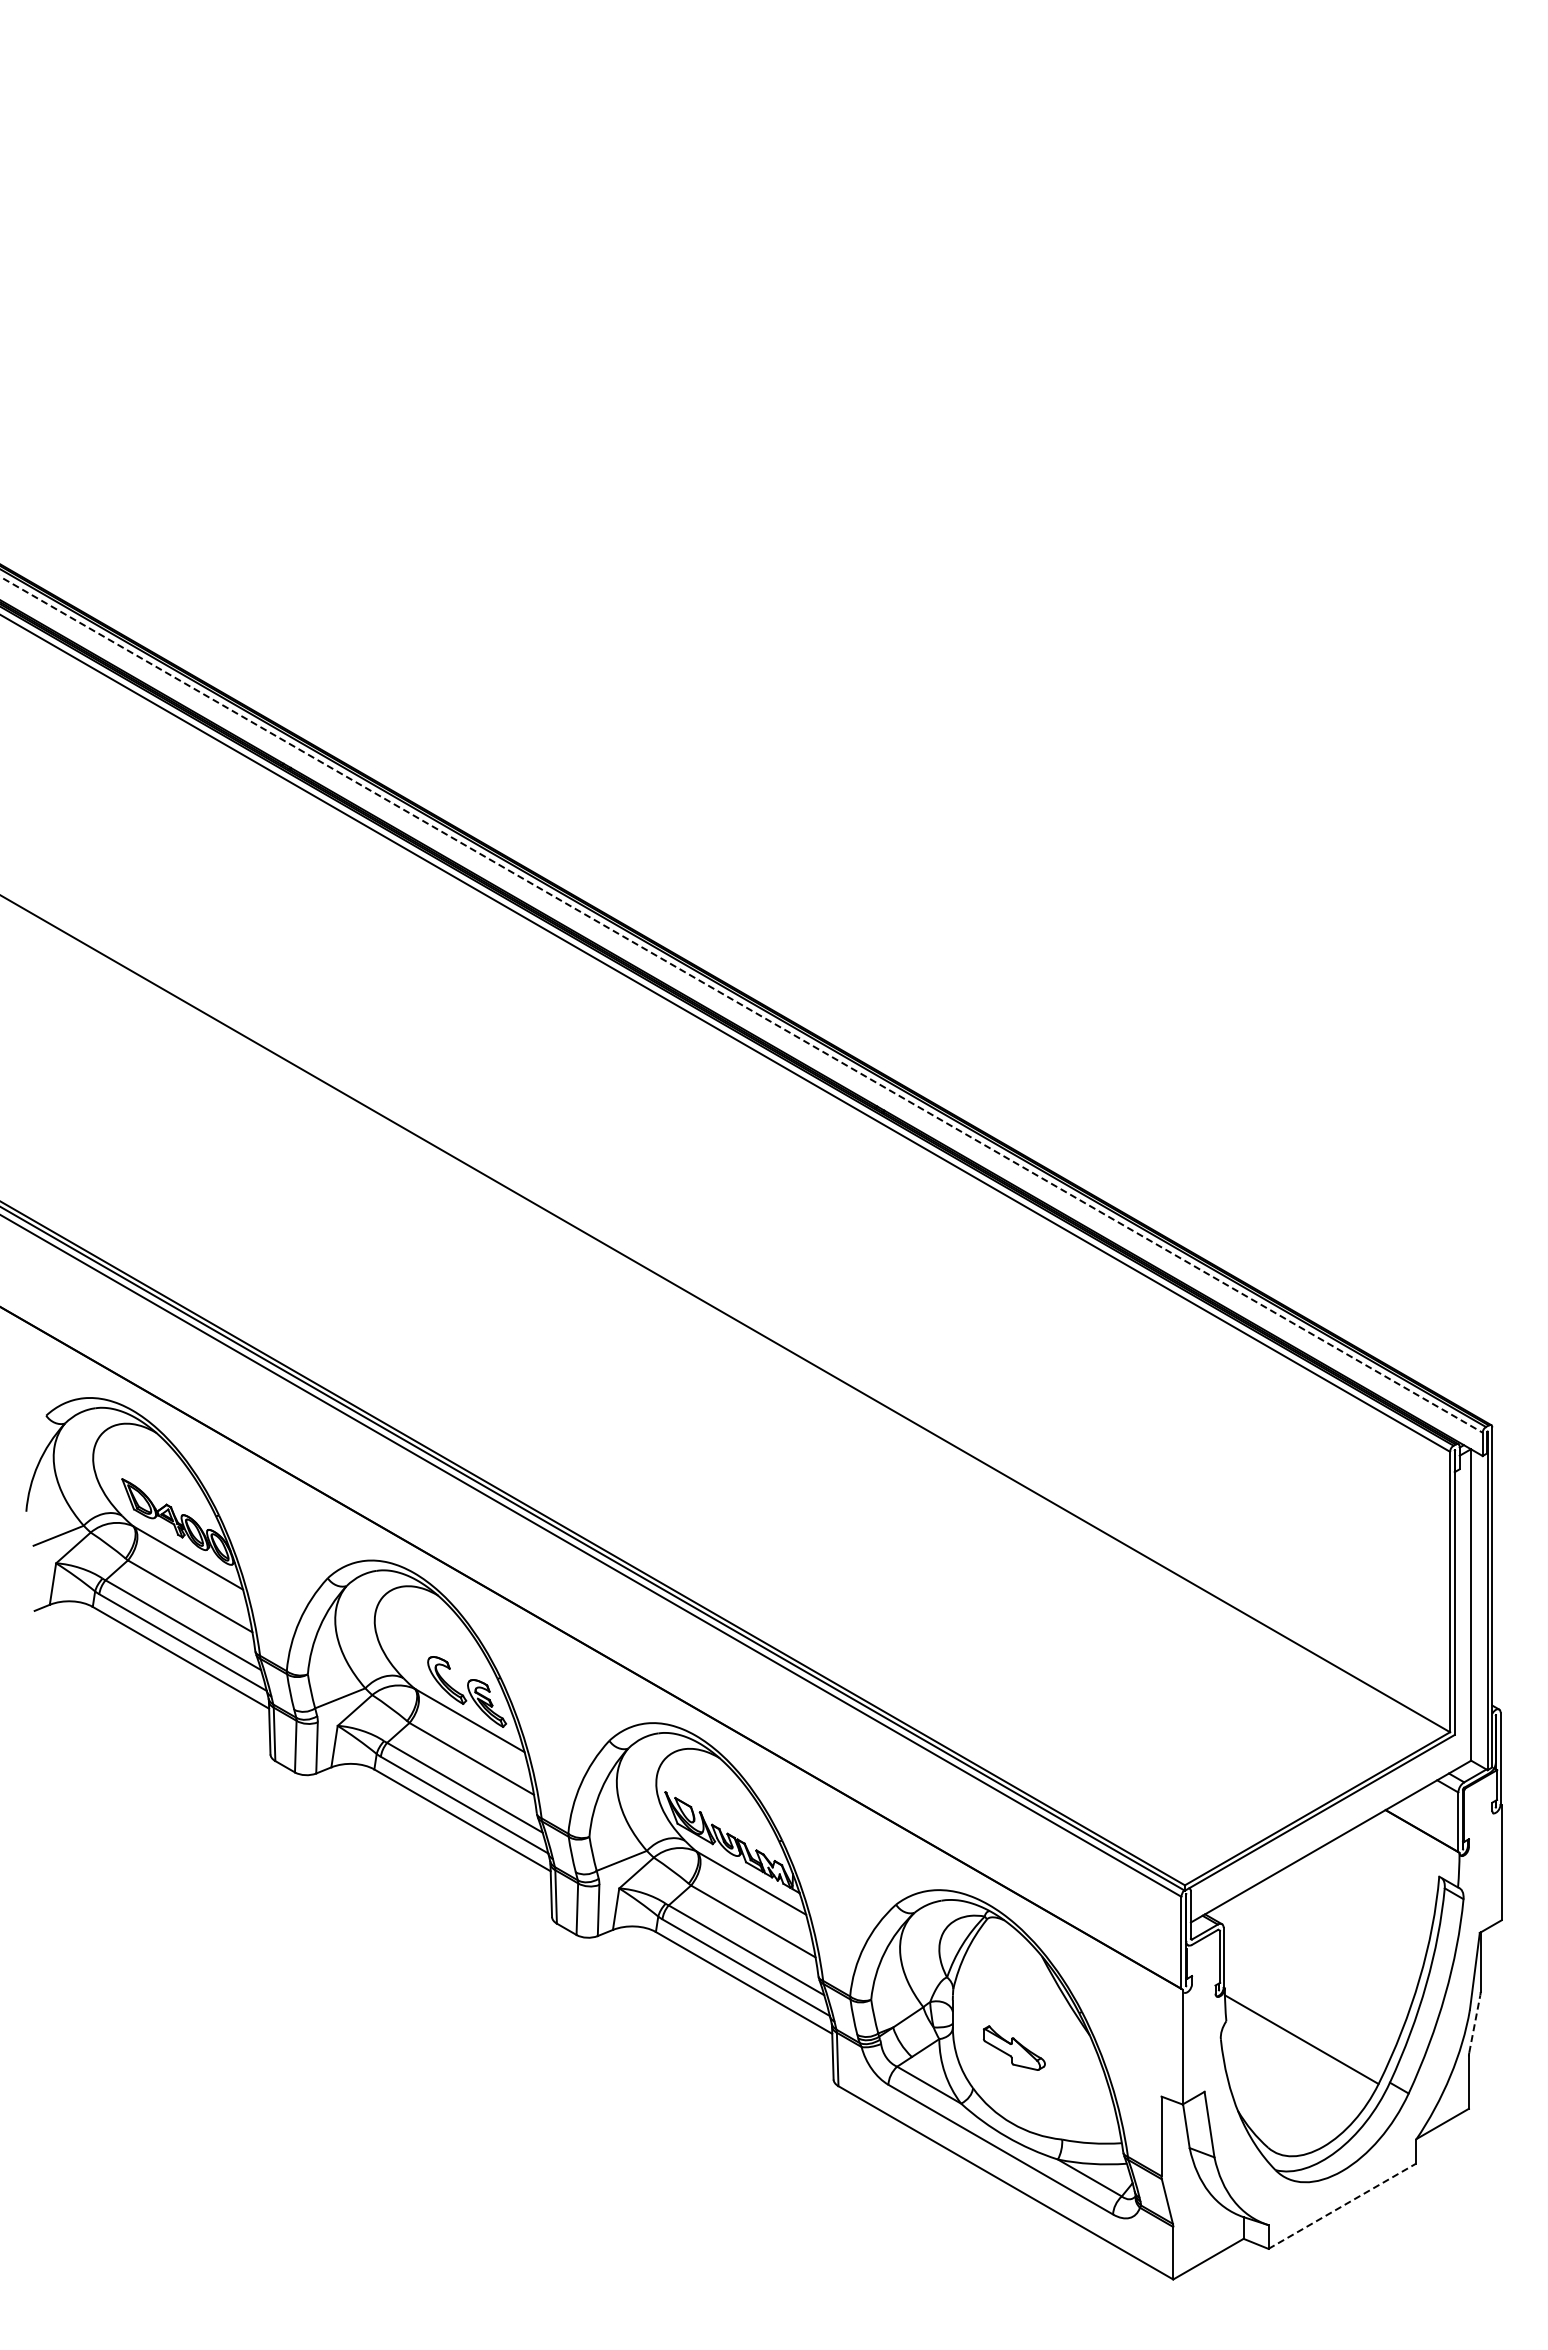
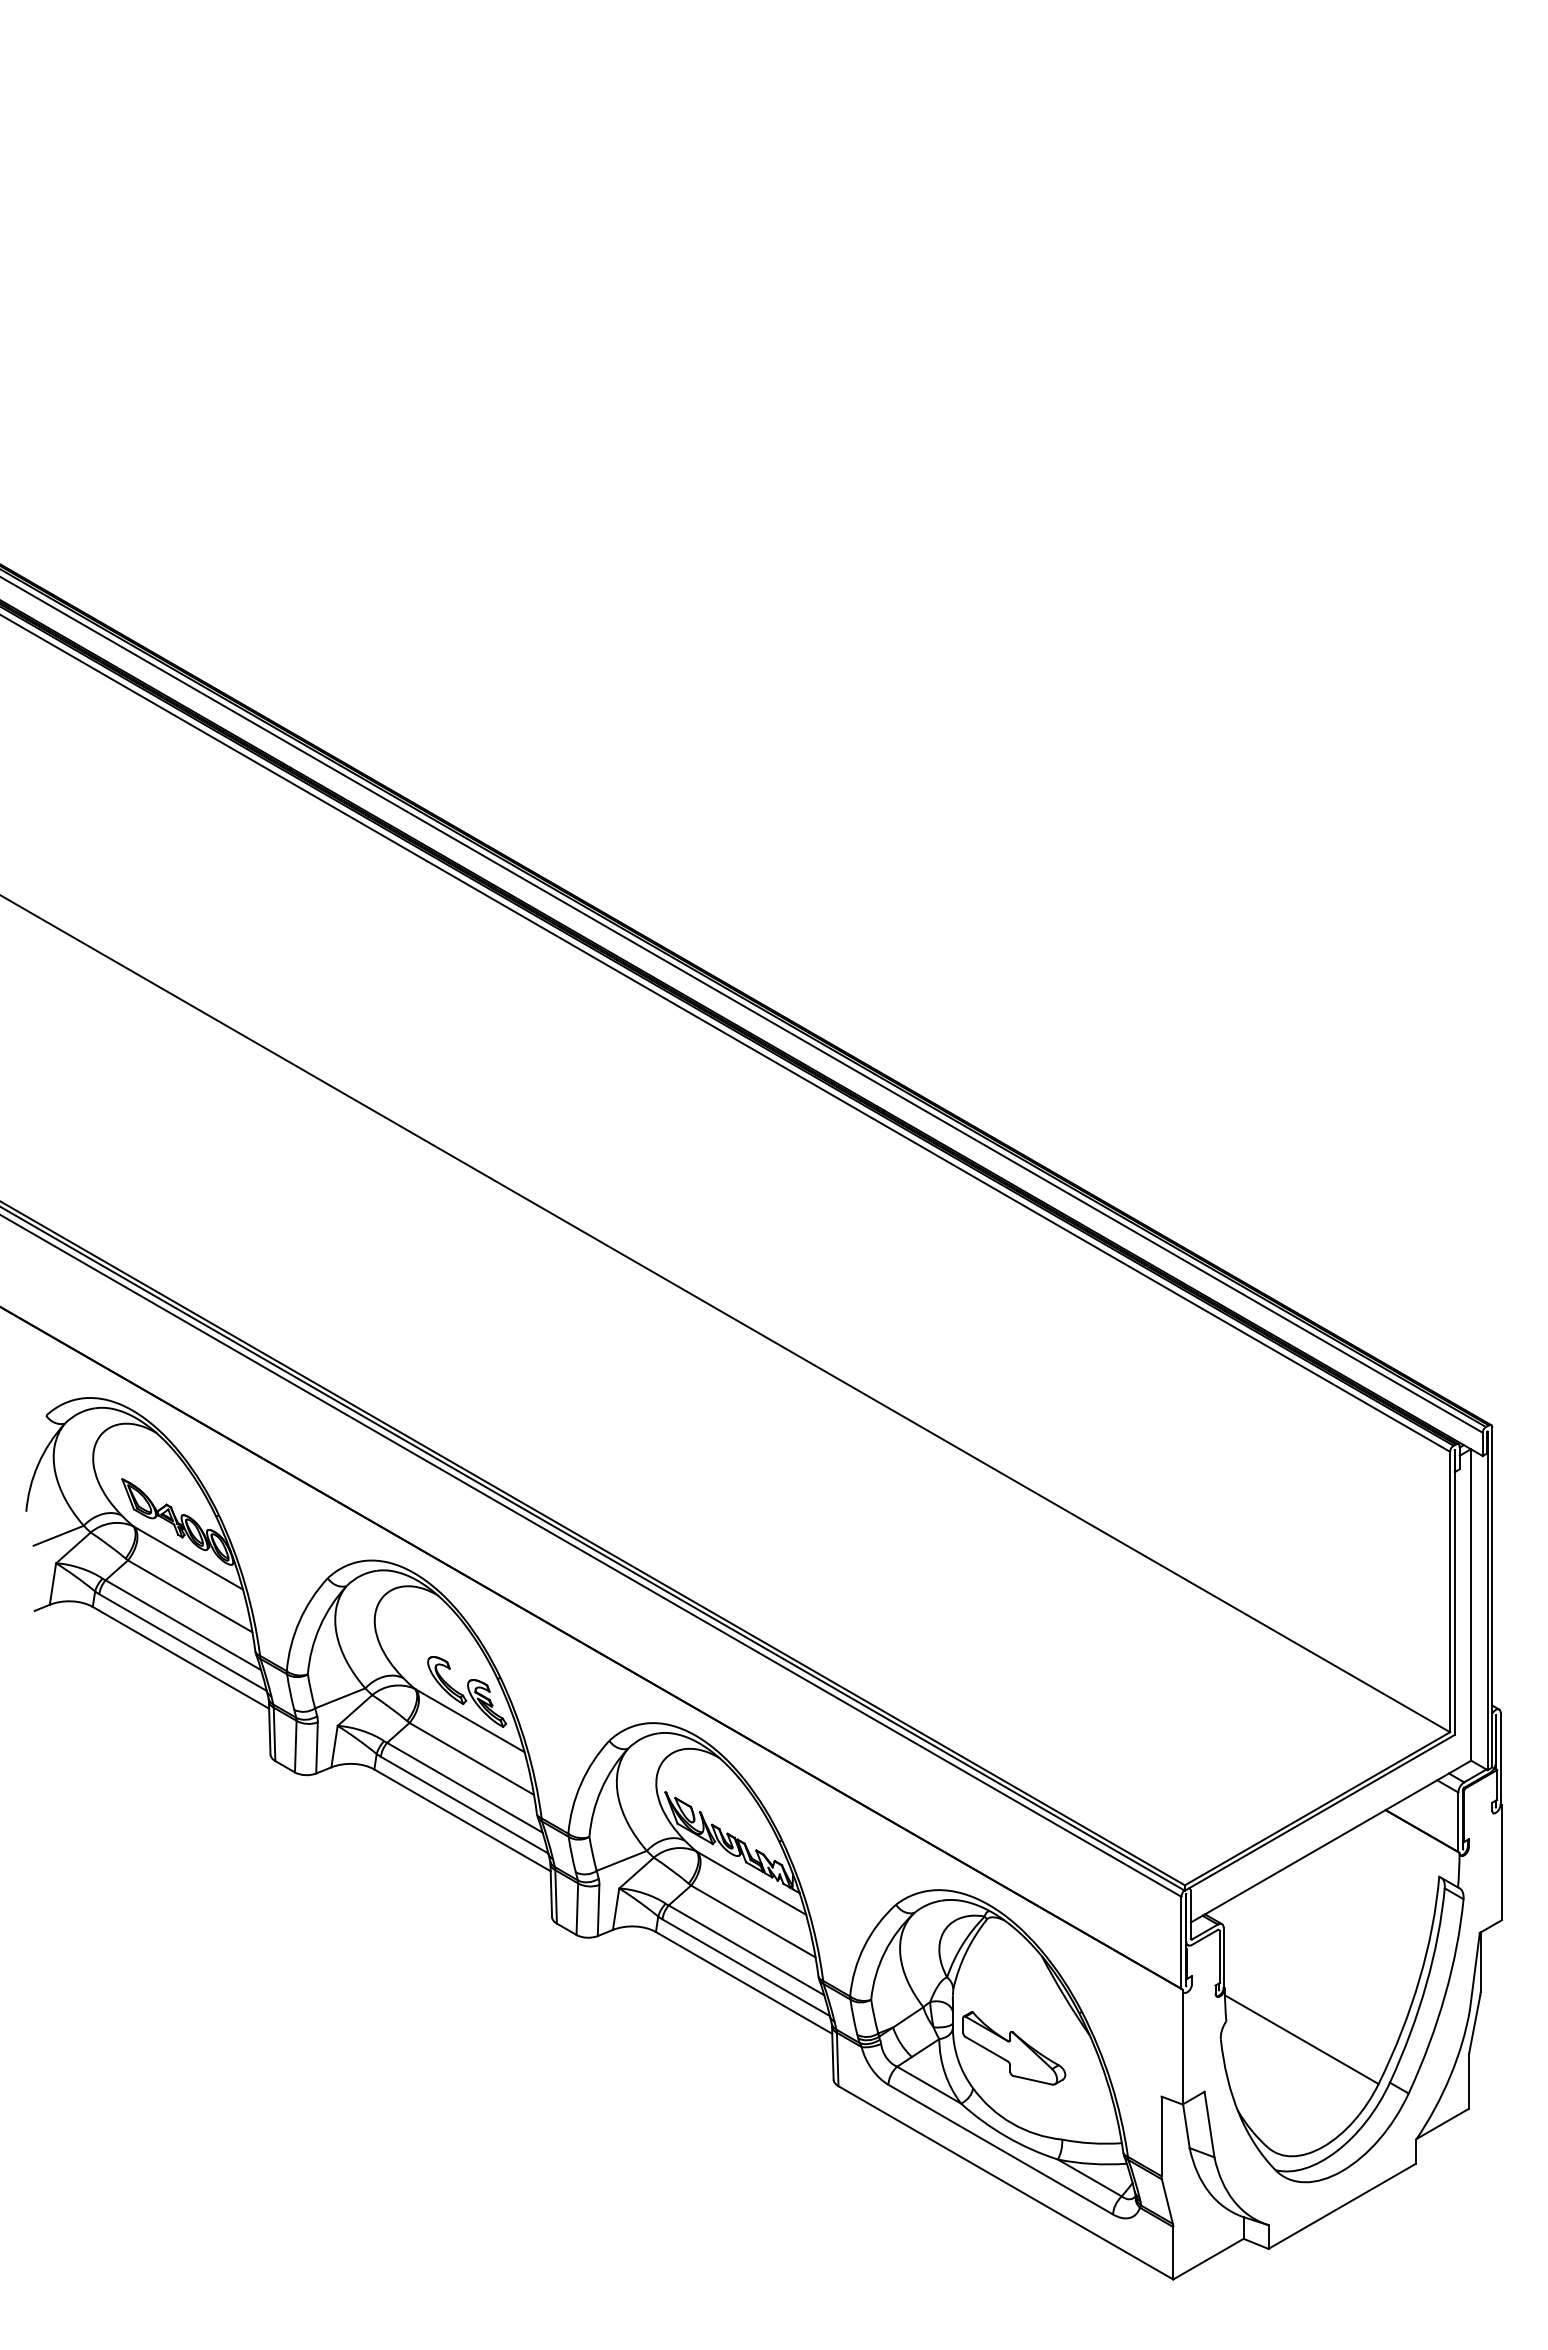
line at (741, 1004): dashed -> solid
line at (1474, 2023): dashed -> solid
part at (1013, 2047) size: 64x46 px -> 105x76 px
line at (1342, 2206): dashed -> solid
